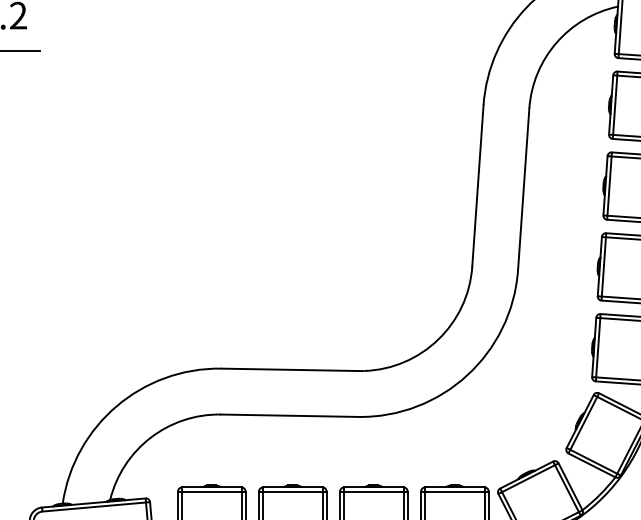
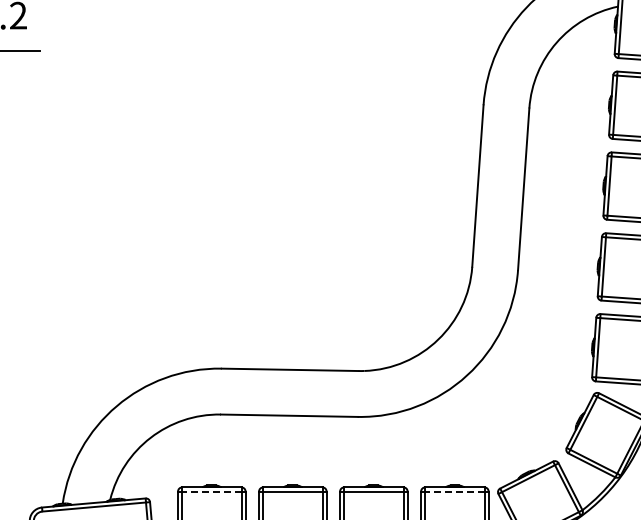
line at (211, 491): solid -> dashed
line at (454, 491): solid -> dashed
